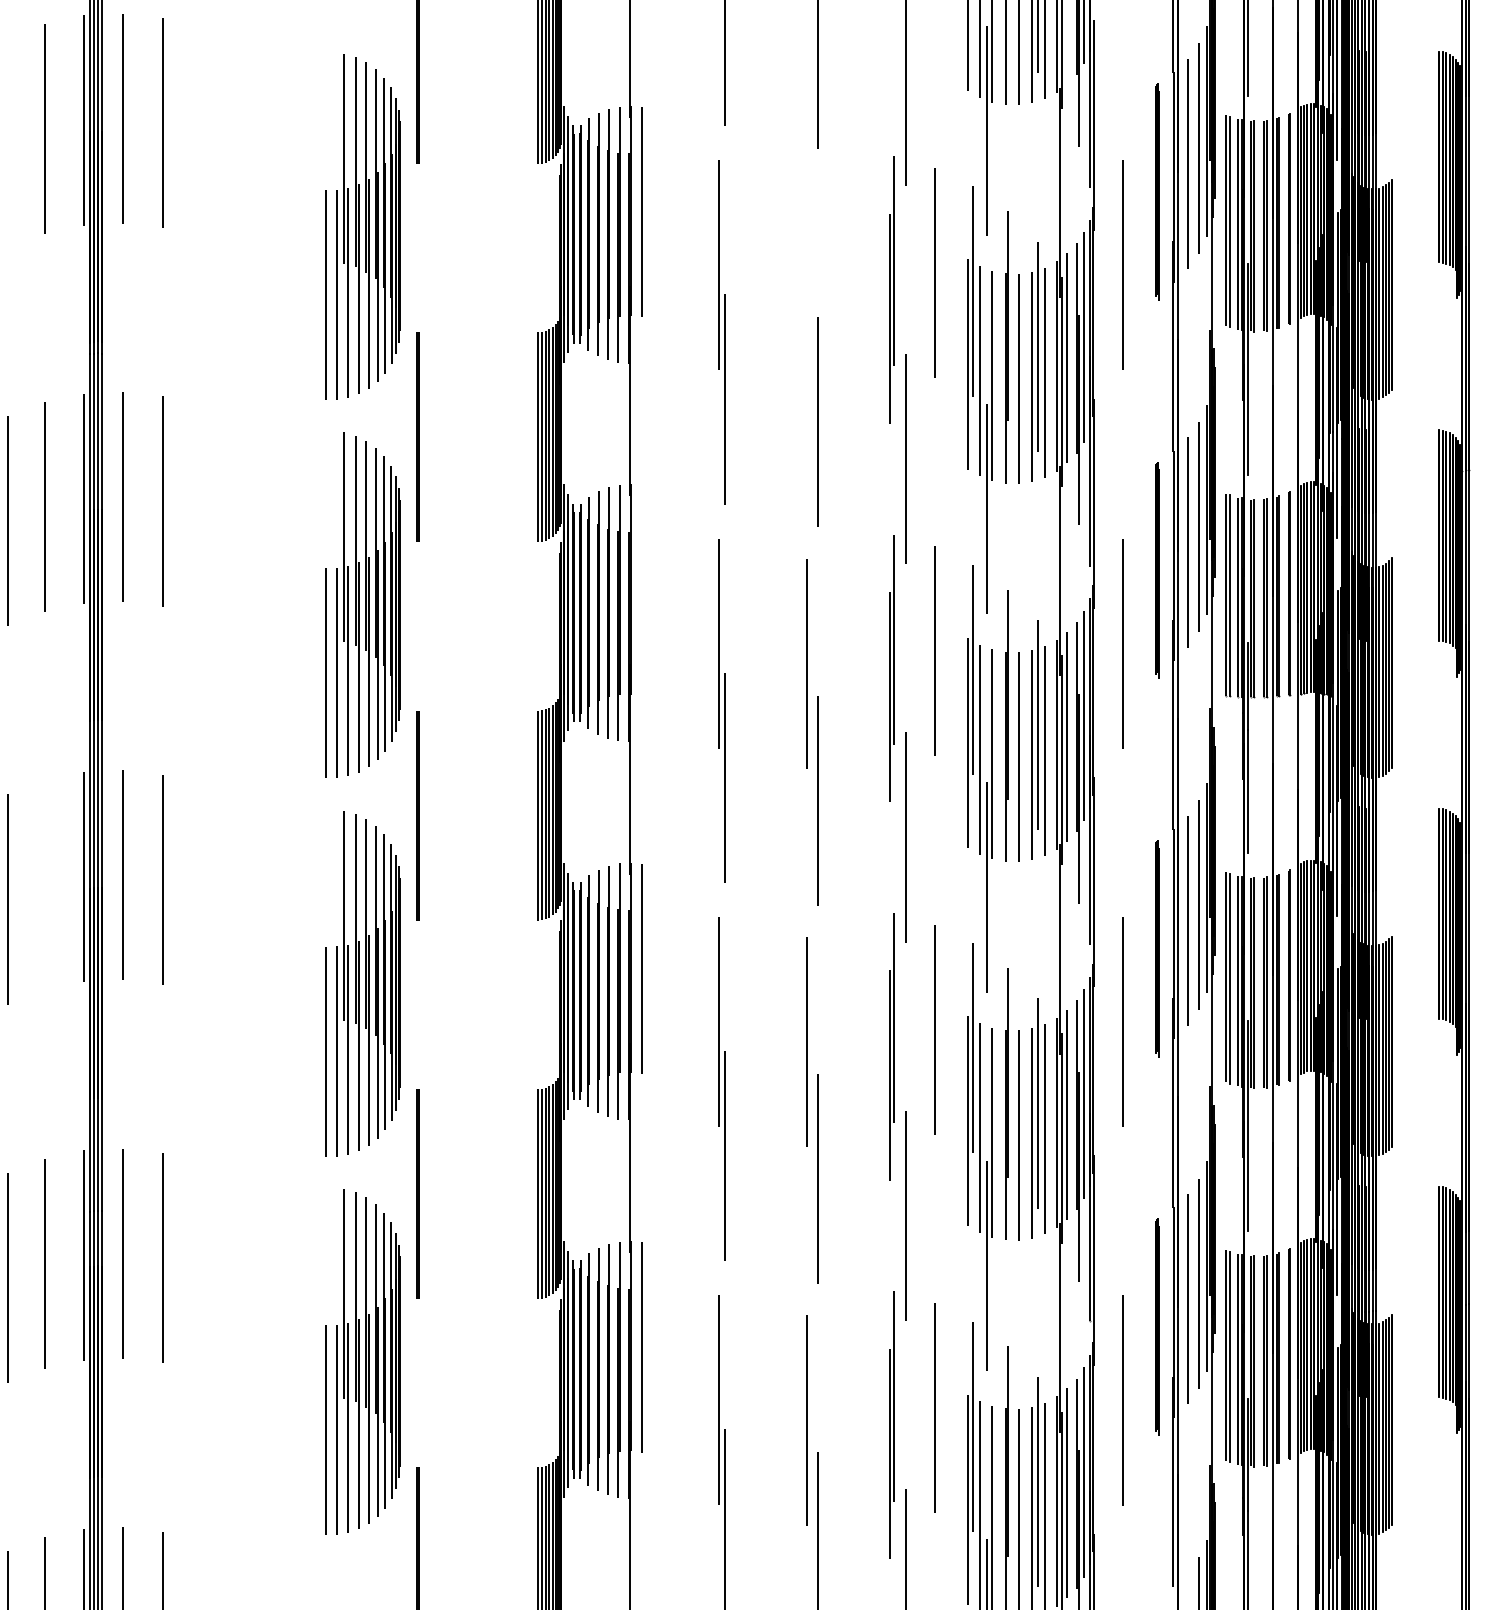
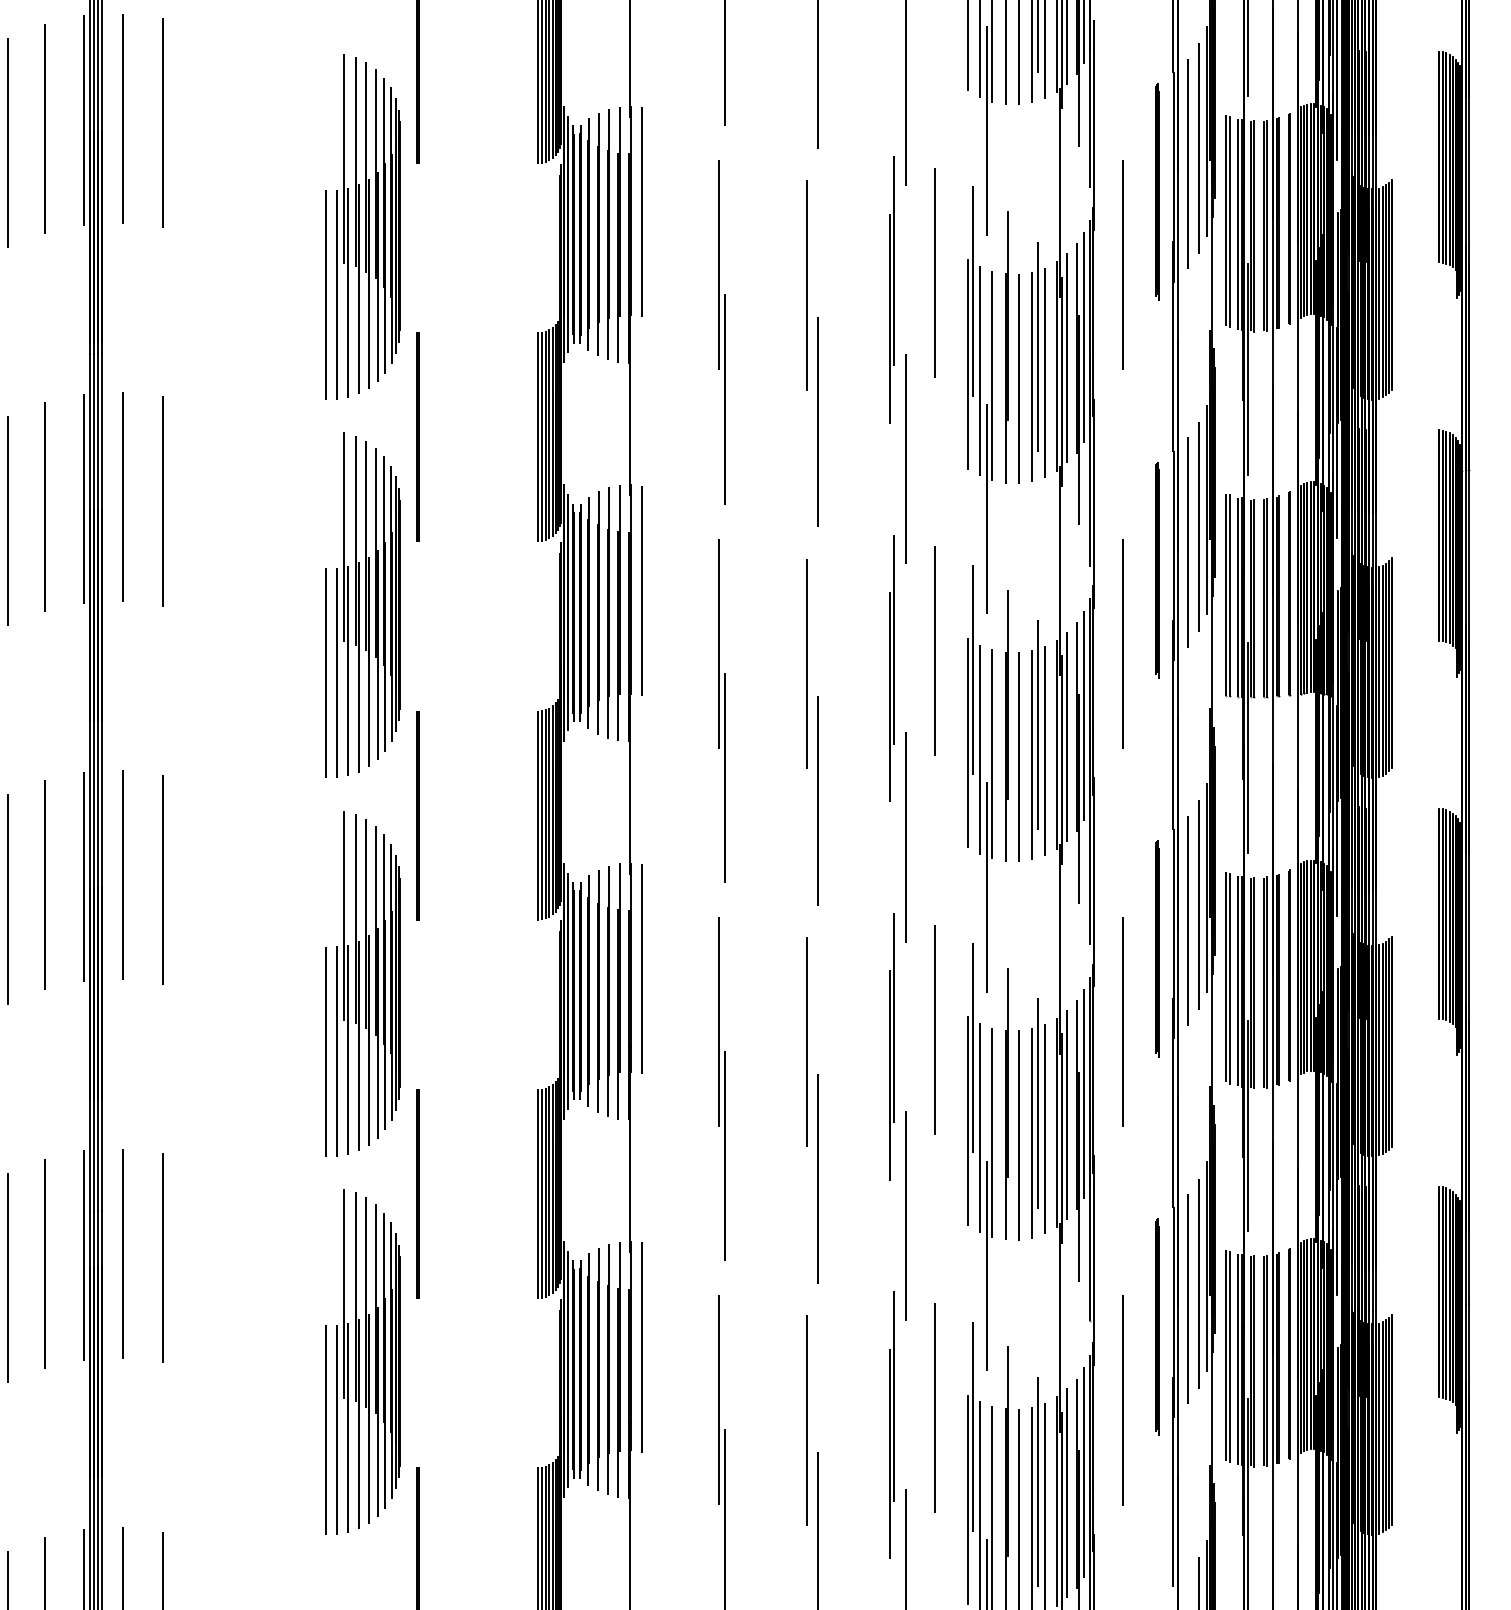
line at (1067, 43): none -> present
line at (7, 142): none -> present
line at (806, 285): none -> present
line at (641, 590): none -> present
line at (45, 885): none -> present
